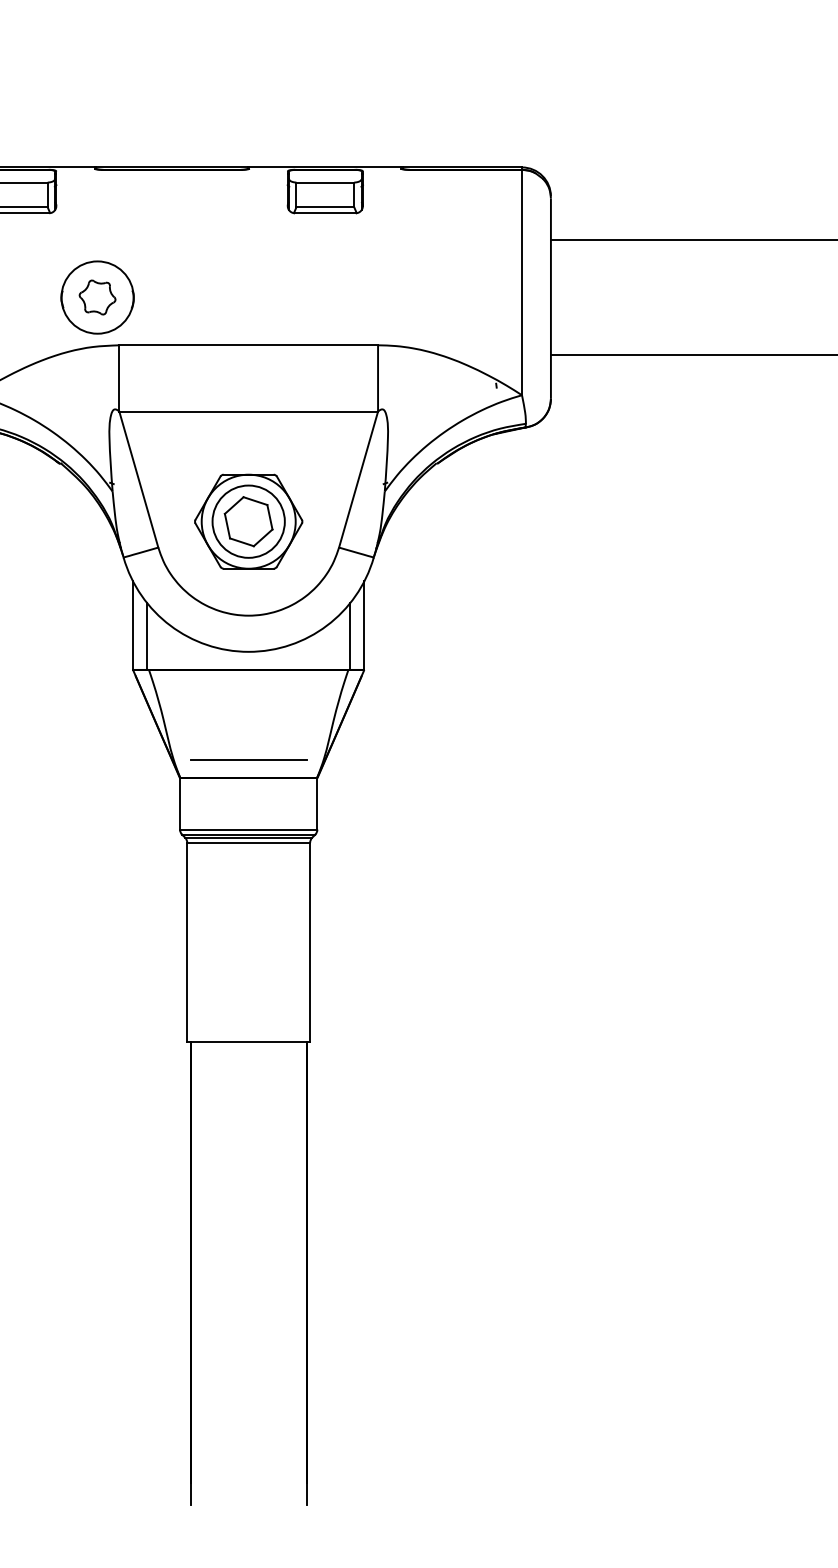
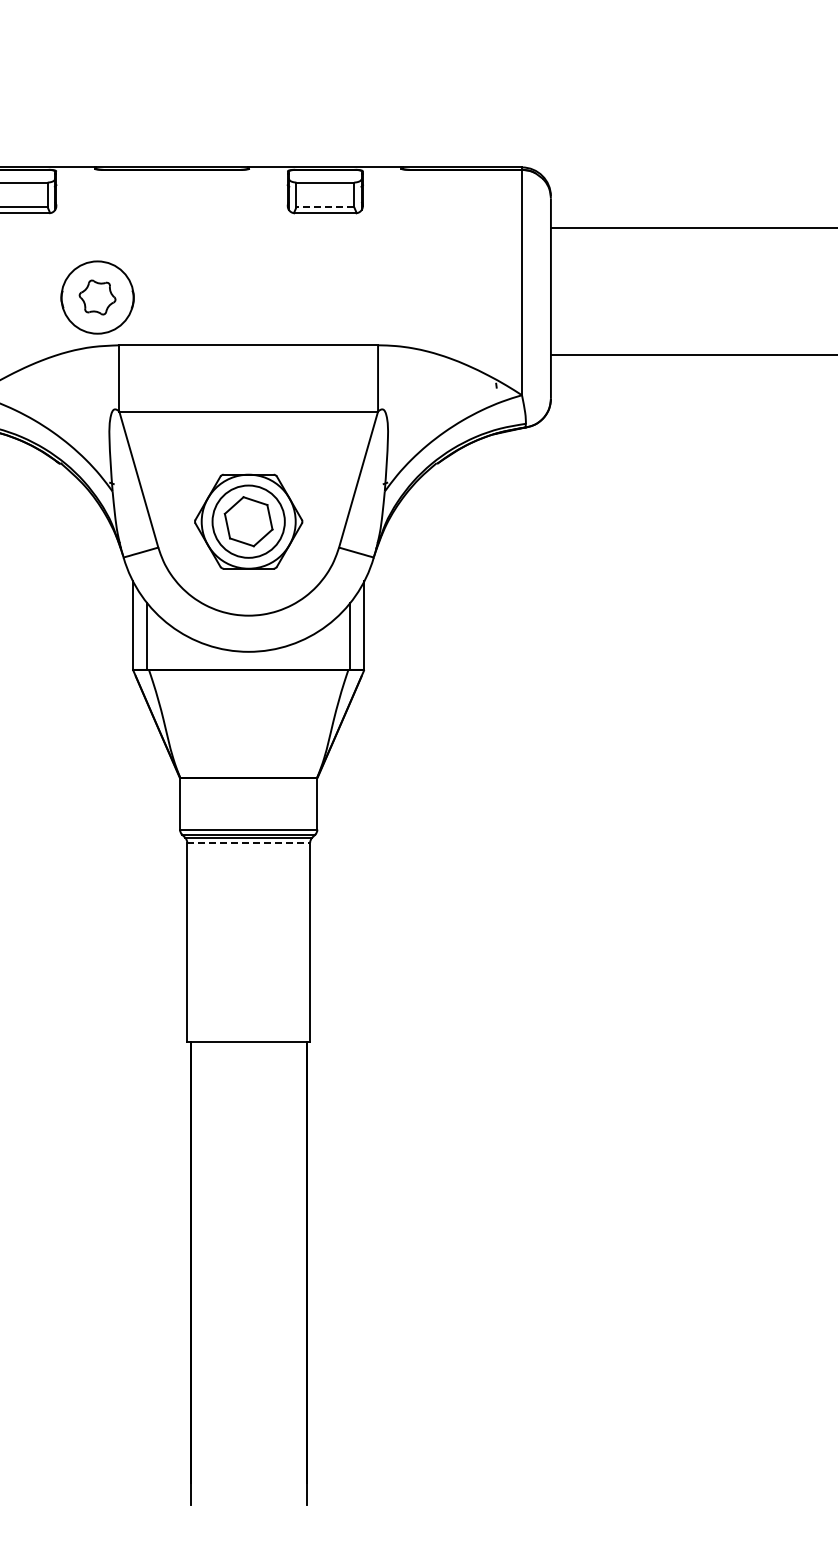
line at (325, 207): solid -> dashed
line at (692, 239) position: (692, 239) -> (692, 227)
line at (248, 759): present -> none
line at (249, 842): solid -> dashed
